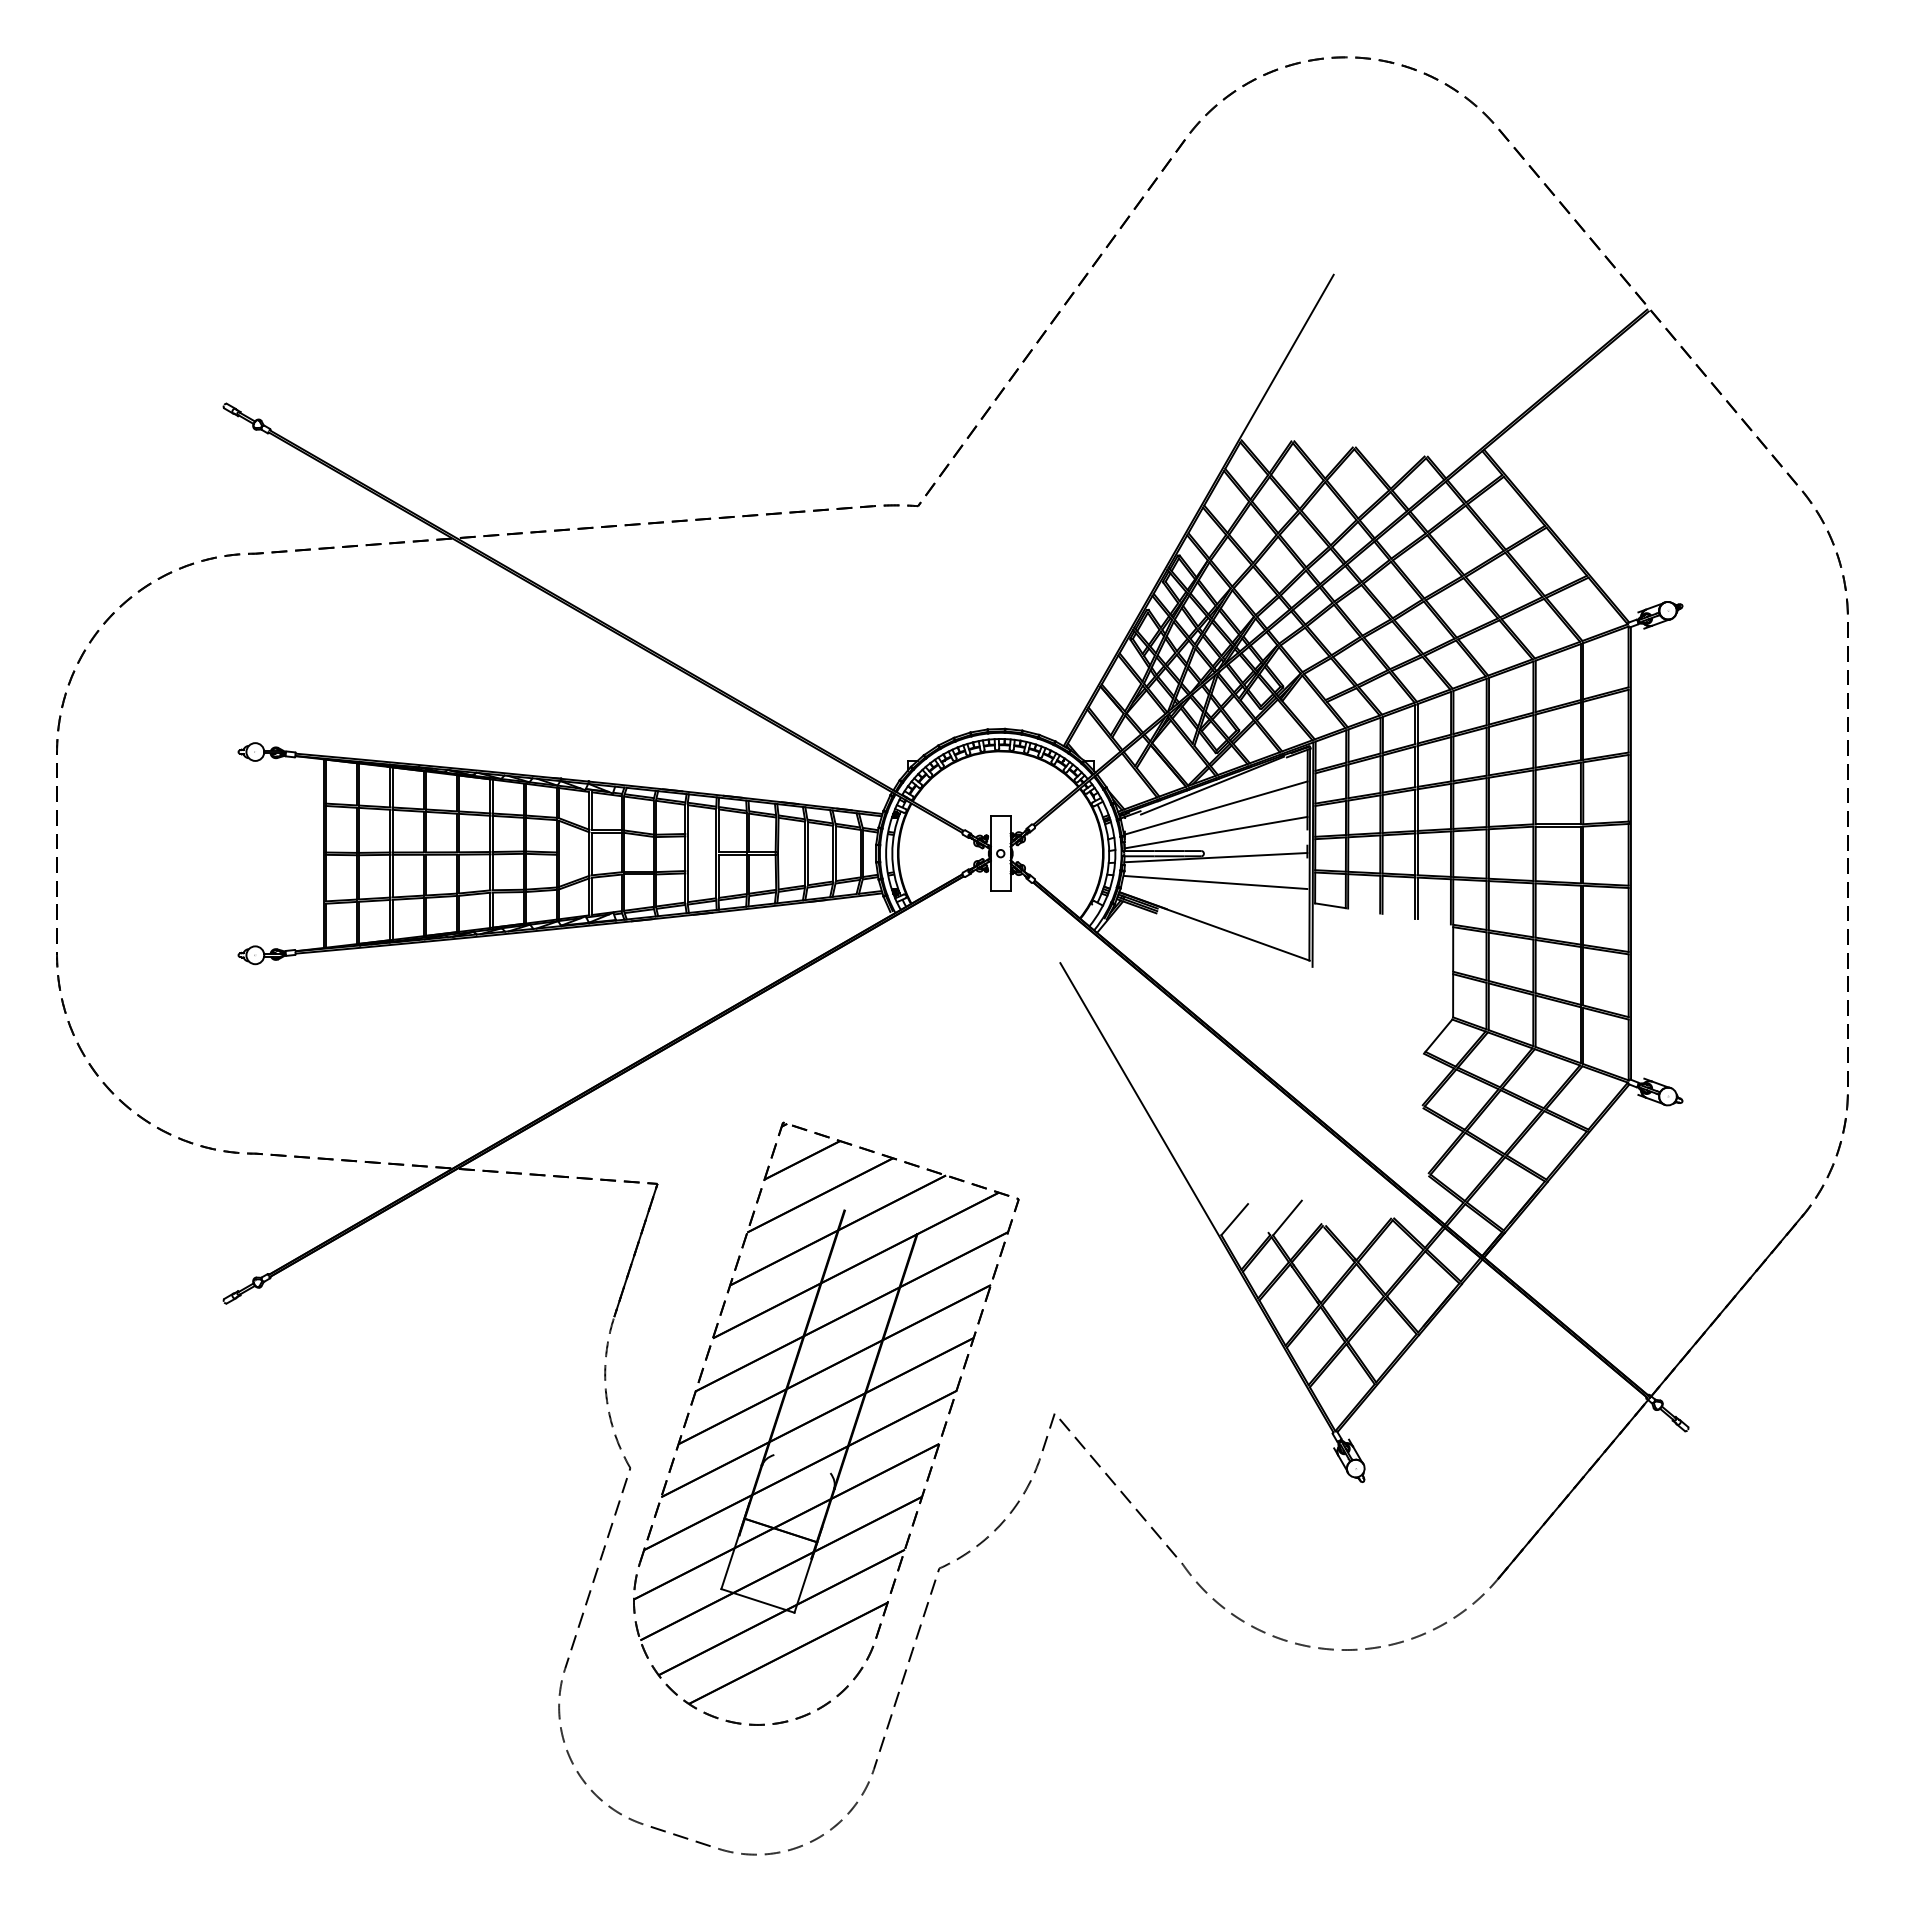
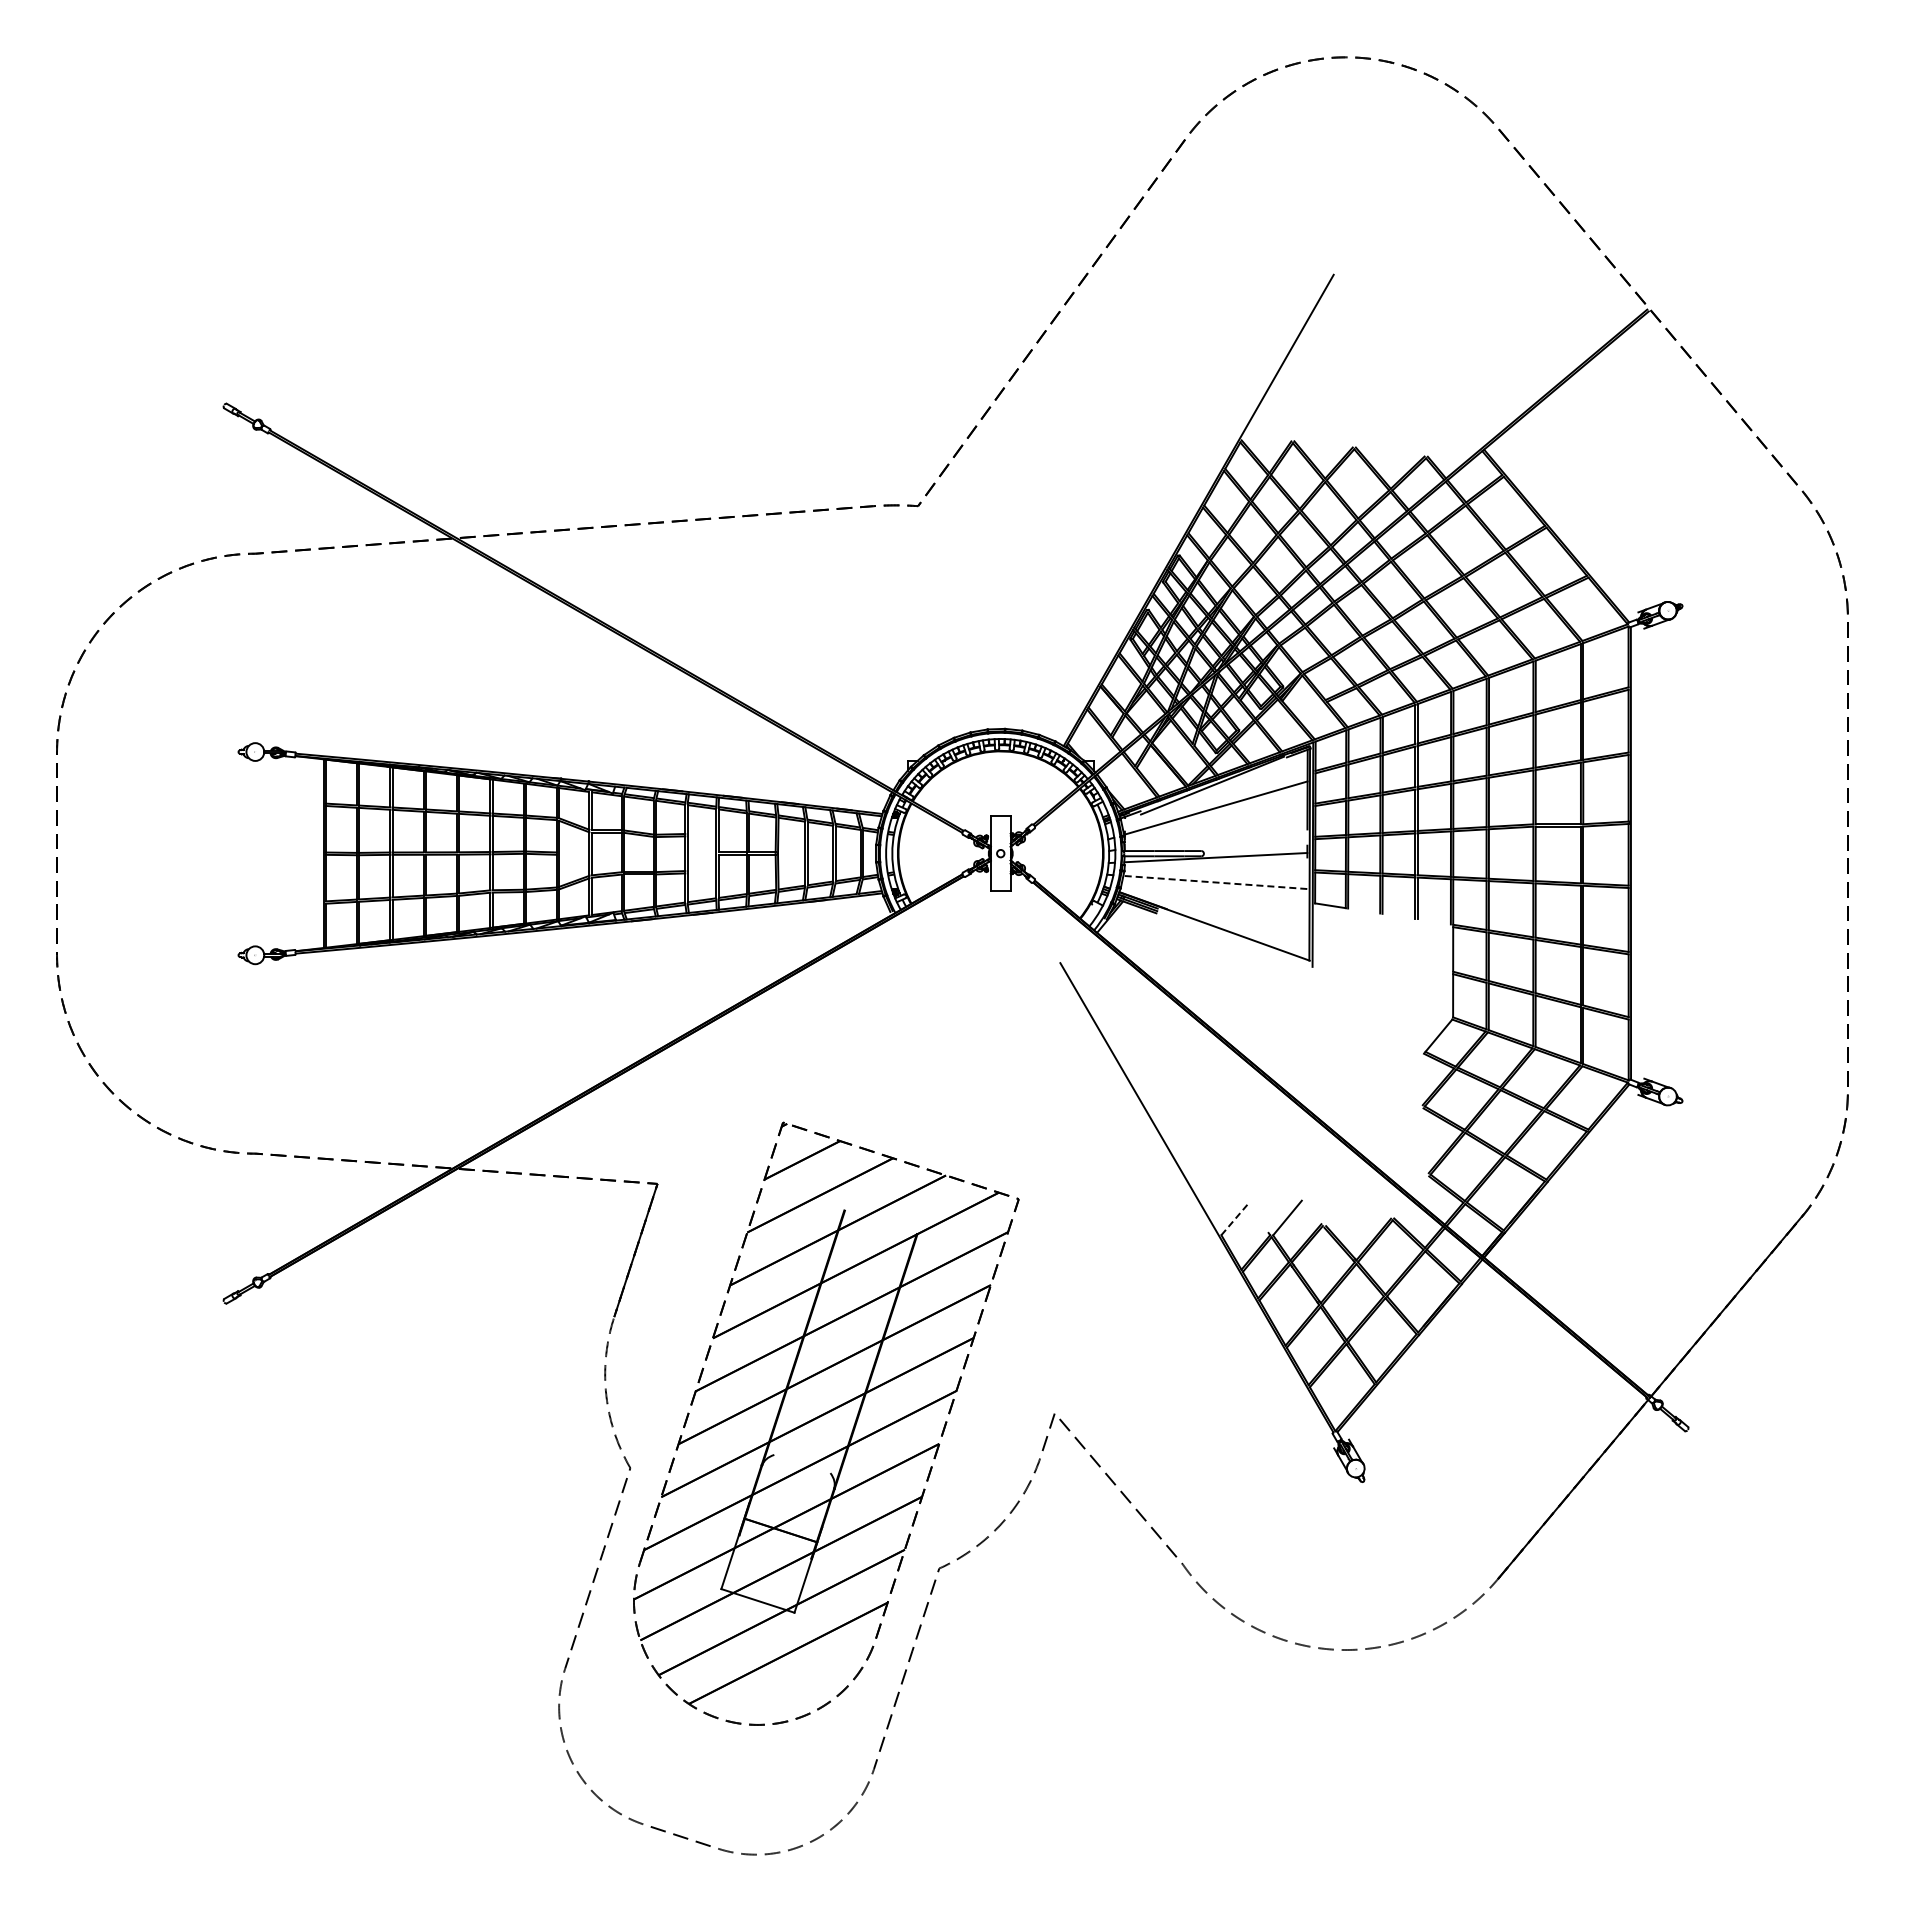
line at (1215, 832): present -> none
line at (1215, 882): solid -> dashed
line at (1235, 1219): solid -> dashed
